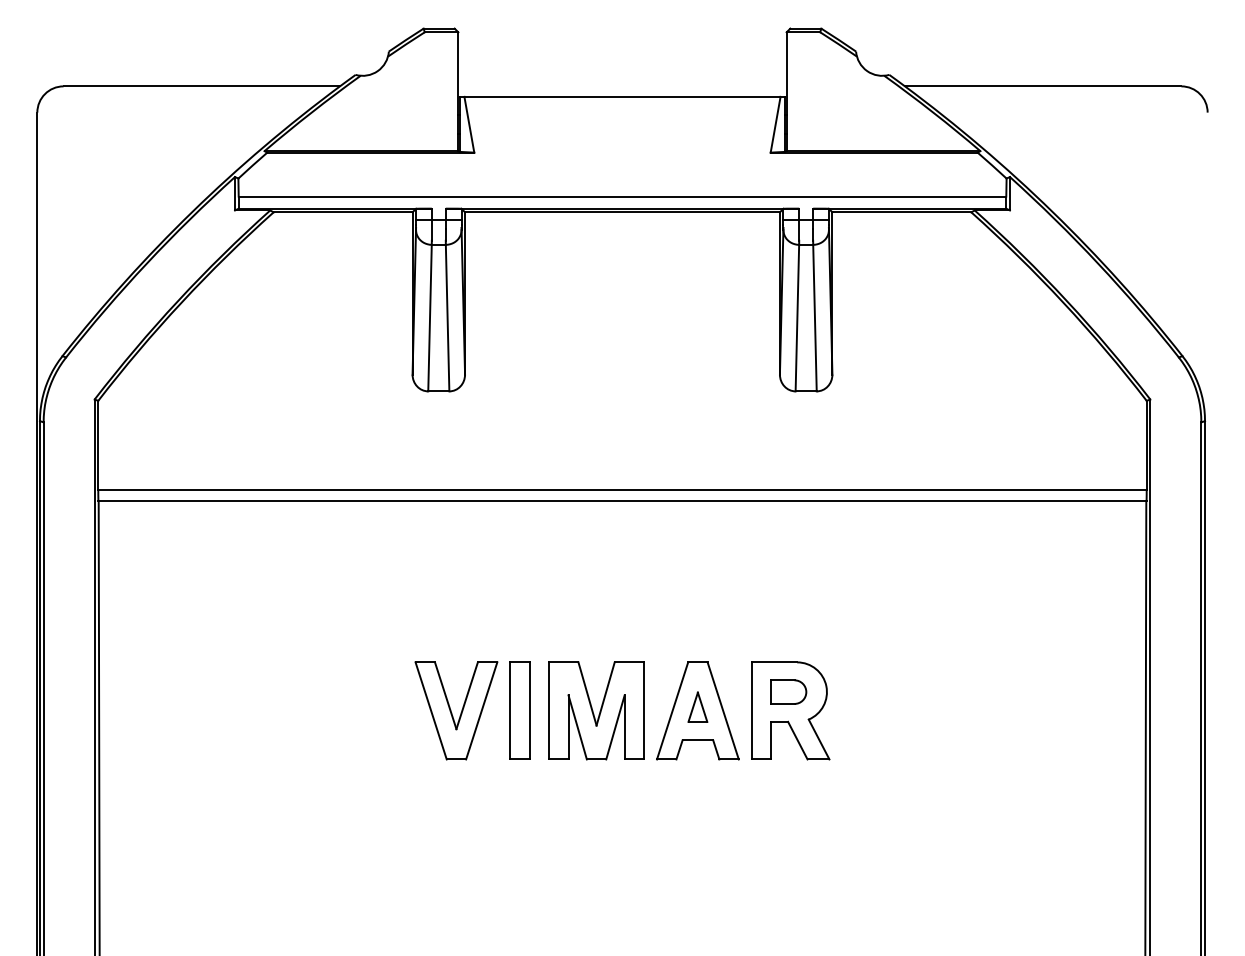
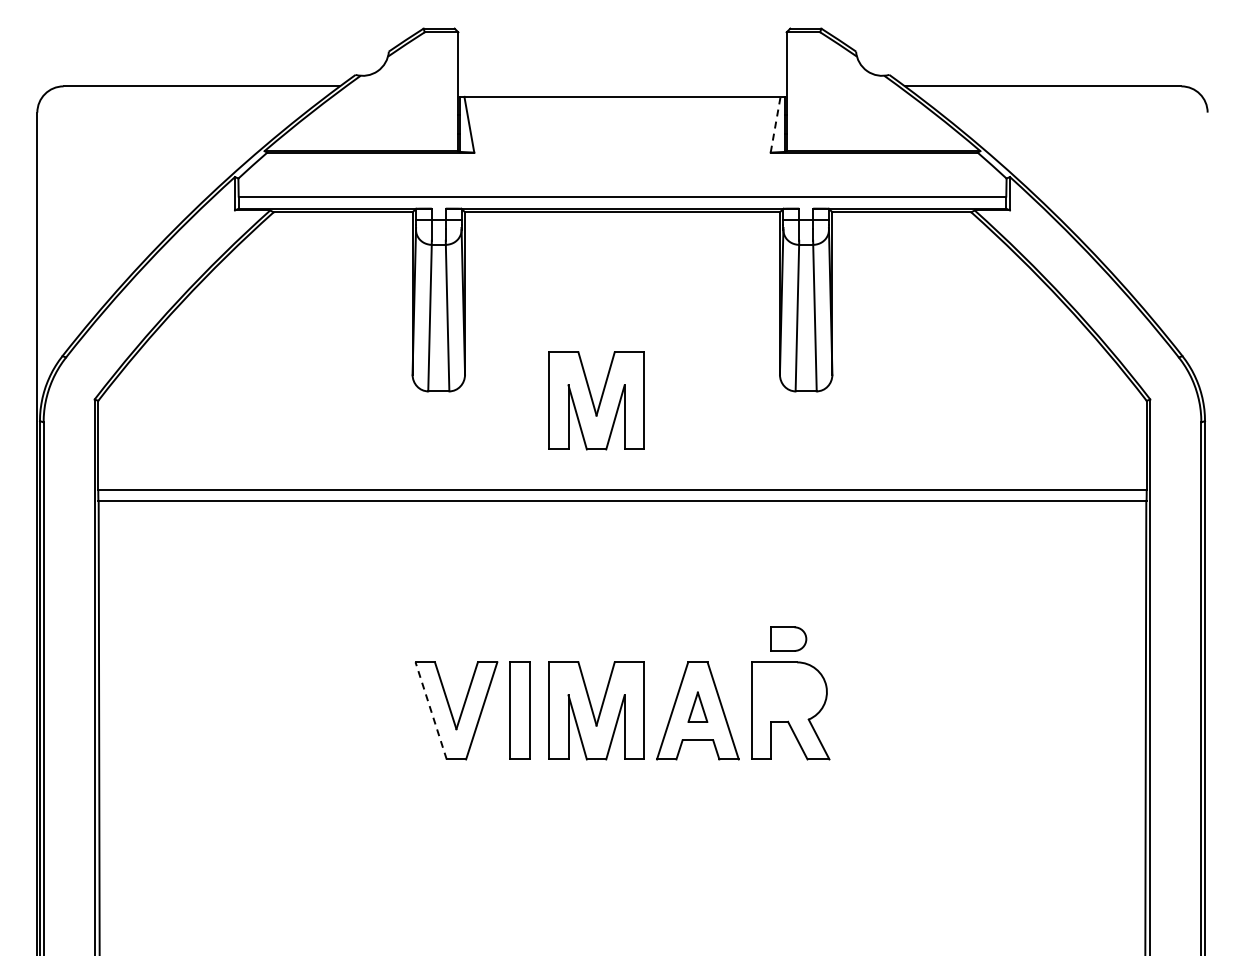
line at (775, 124): solid -> dashed
part at (596, 400): none -> present
part at (788, 691) position: (788, 691) -> (788, 638)
line at (431, 710): solid -> dashed
